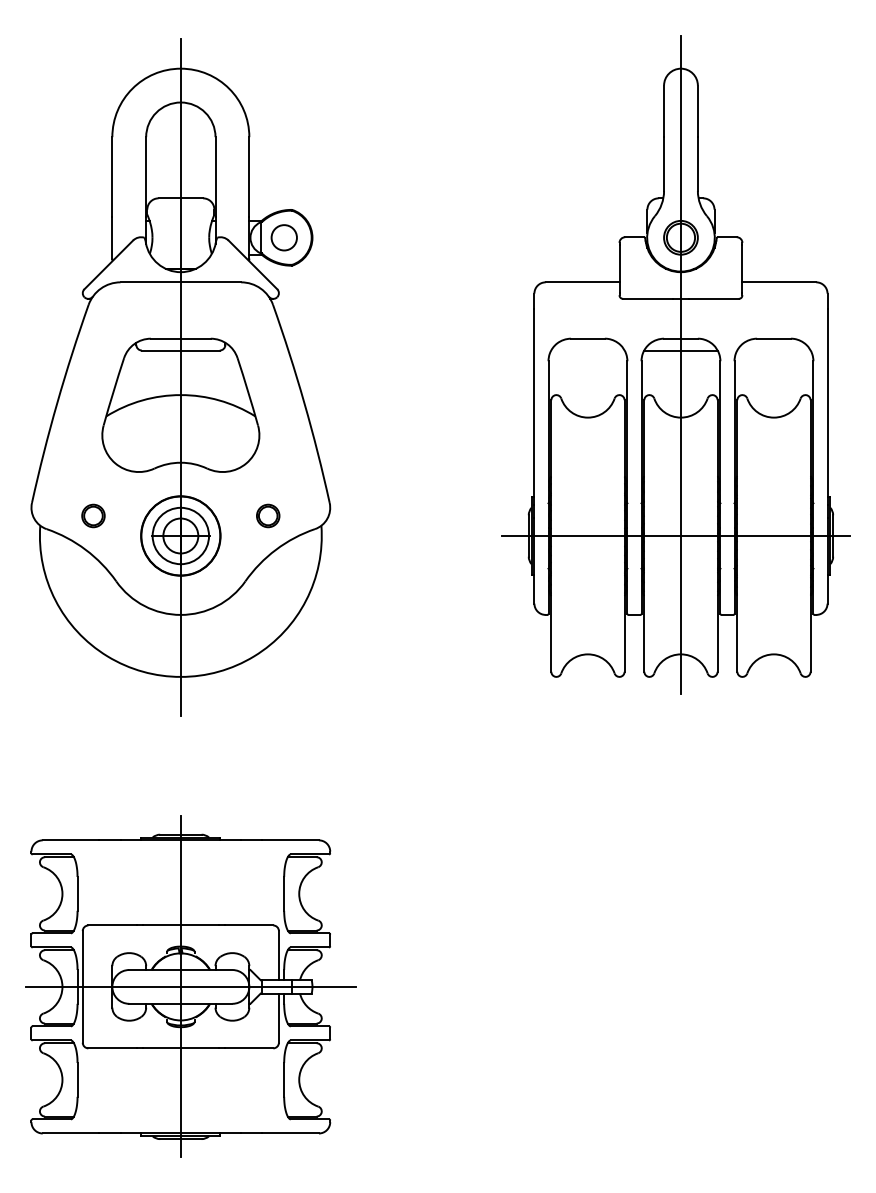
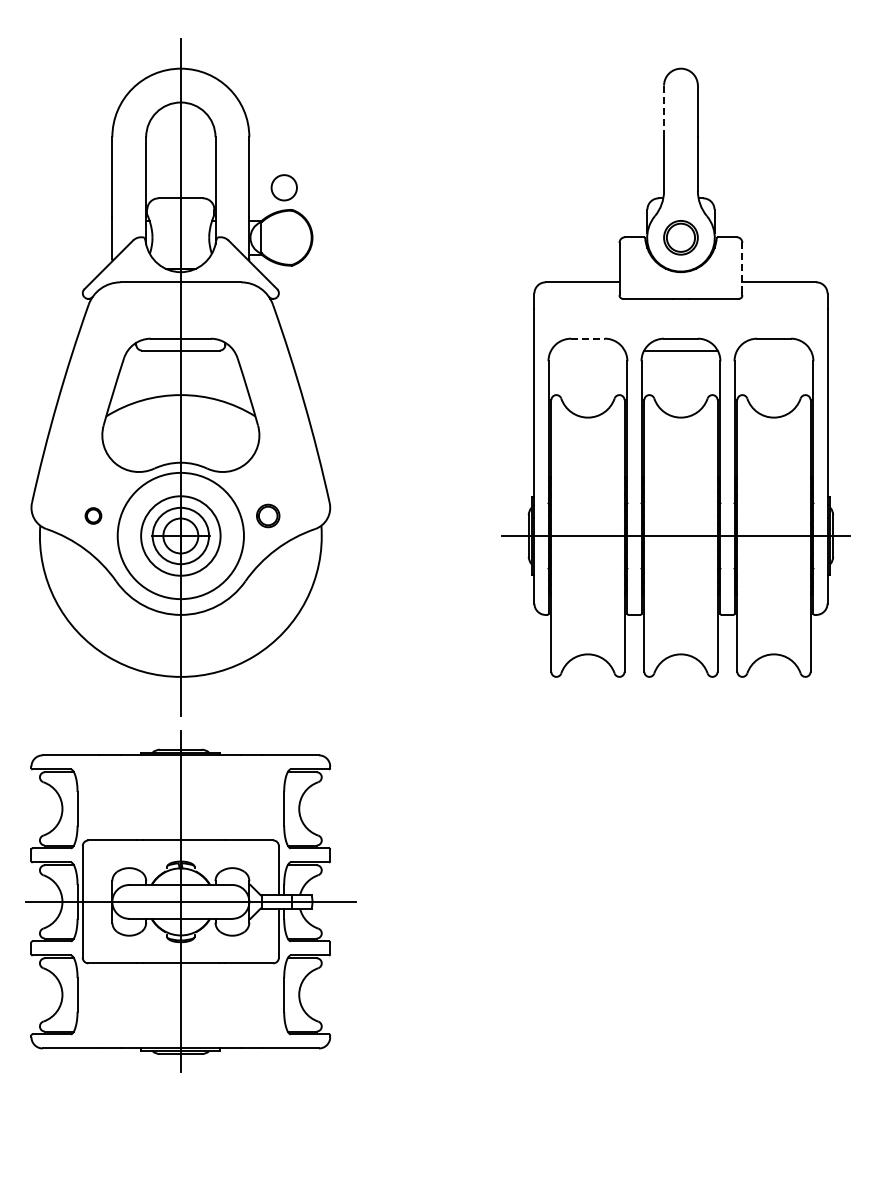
line at (664, 111): solid -> dashed
circle at (283, 237) position: (283, 237) -> (283, 187)
line at (742, 268): solid -> dashed
line at (587, 338): solid -> dashed
line at (680, 364): present -> none
part at (93, 515) size: 25x26 px -> 19x18 px
circle at (180, 535) diameter: 79 px -> 126 px
part at (190, 986) position: (190, 986) -> (190, 901)
